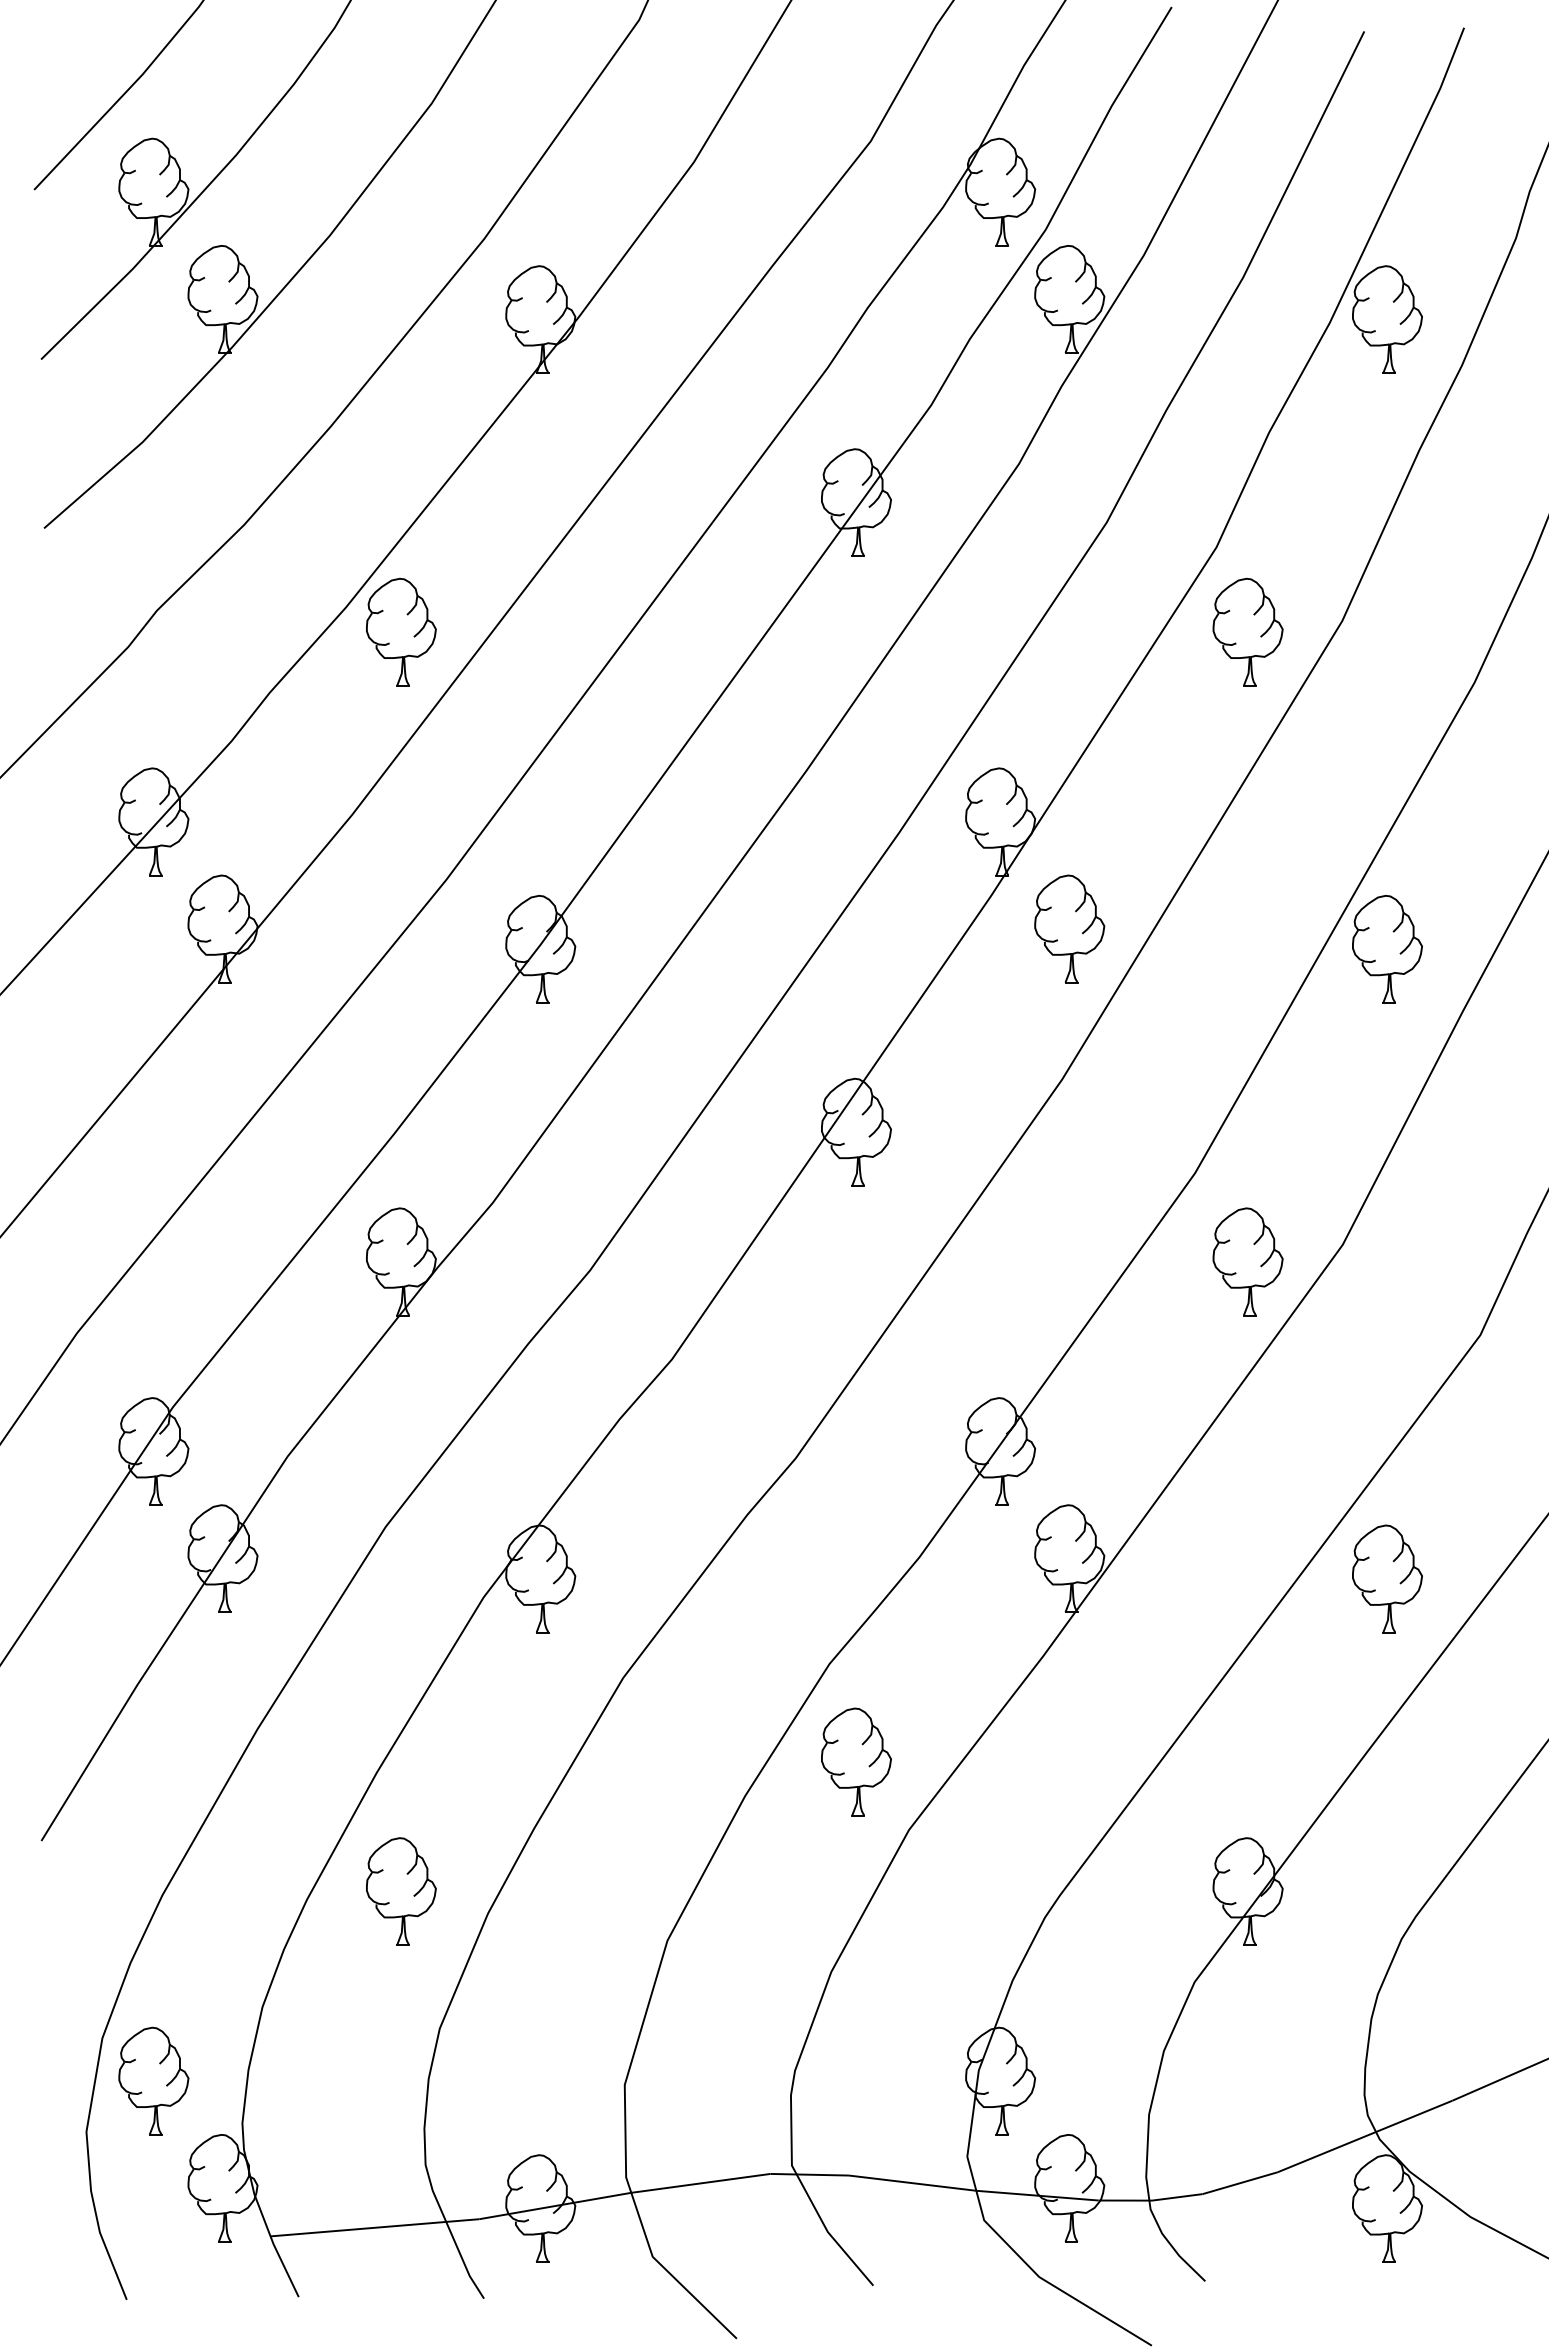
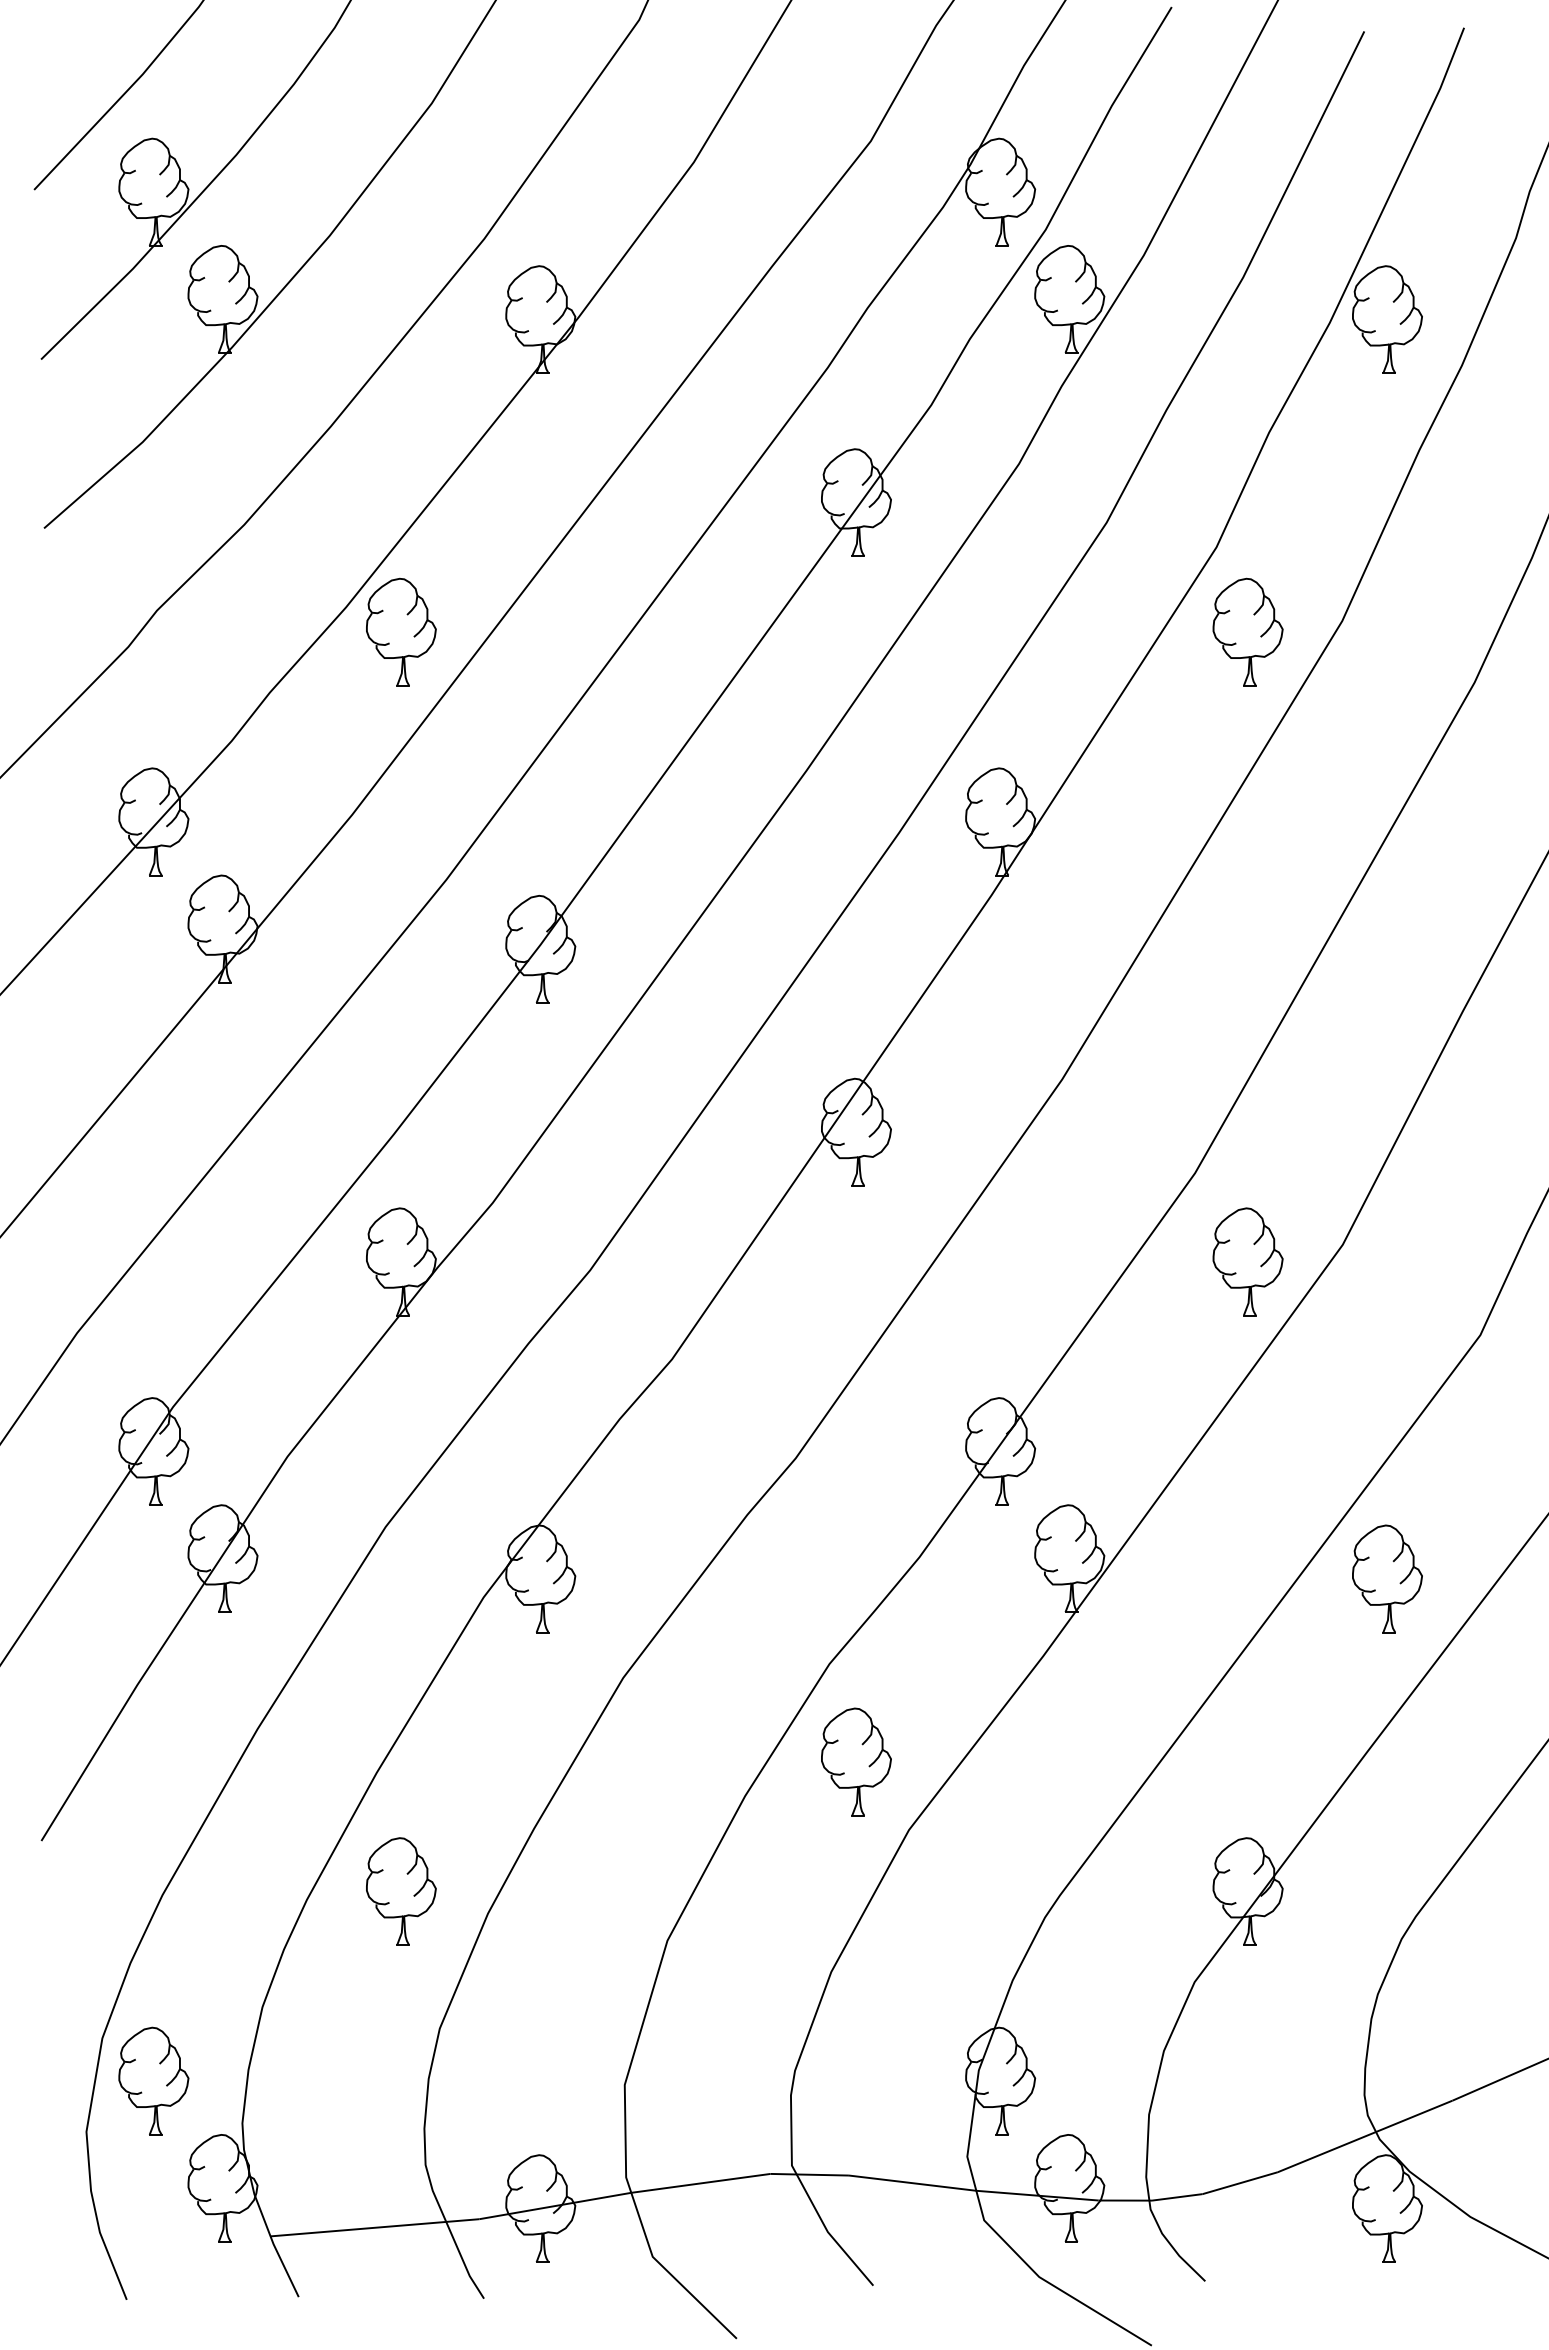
part at (1069, 928): present -> none
part at (1387, 949): present -> none
